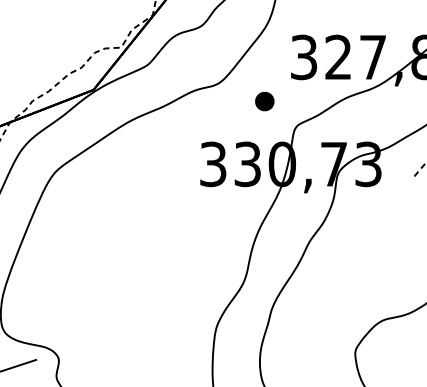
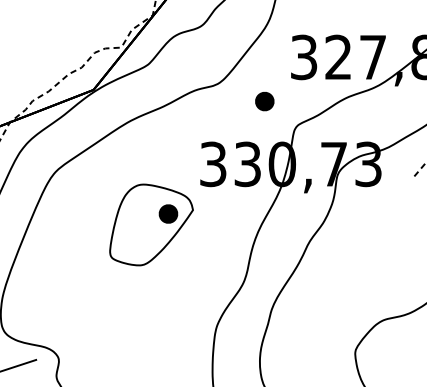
part at (151, 224): none -> present
